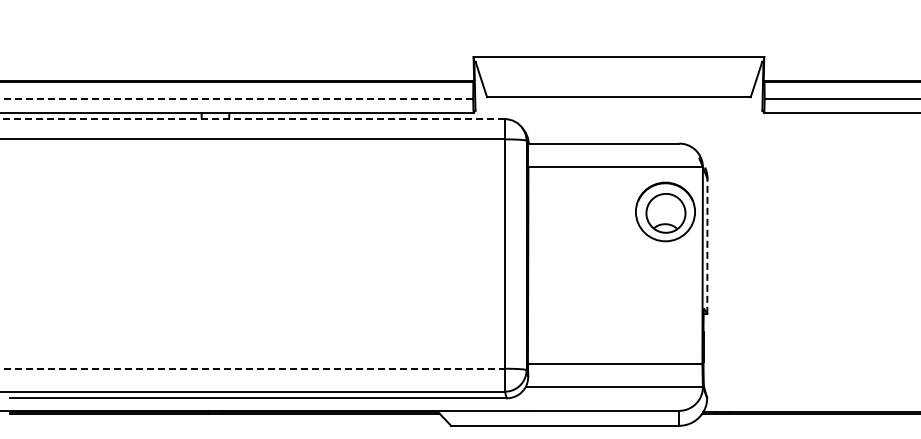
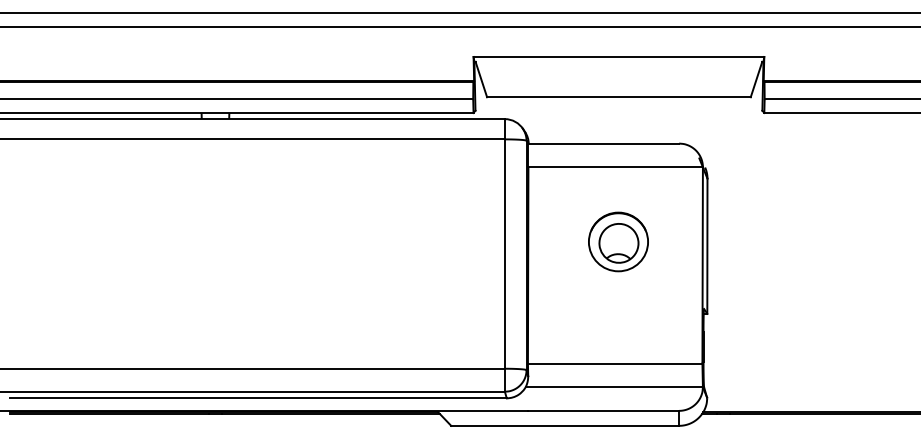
line at (459, 13): none -> present
line at (459, 26): none -> present
line at (236, 99): dashed -> solid
line at (251, 119): dashed -> solid
part at (665, 211) position: (665, 211) -> (618, 241)
line at (707, 246): dashed -> solid
line at (252, 368): dashed -> solid
